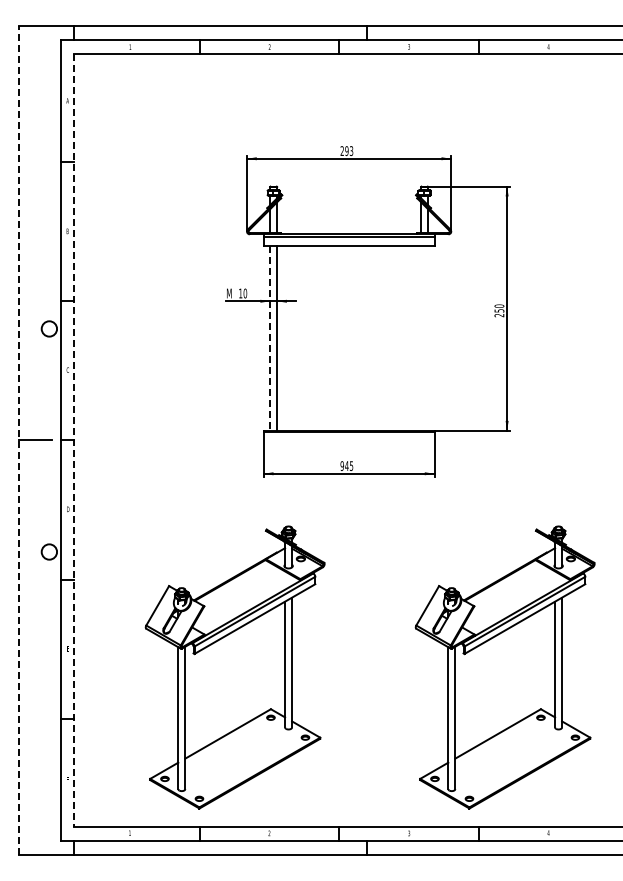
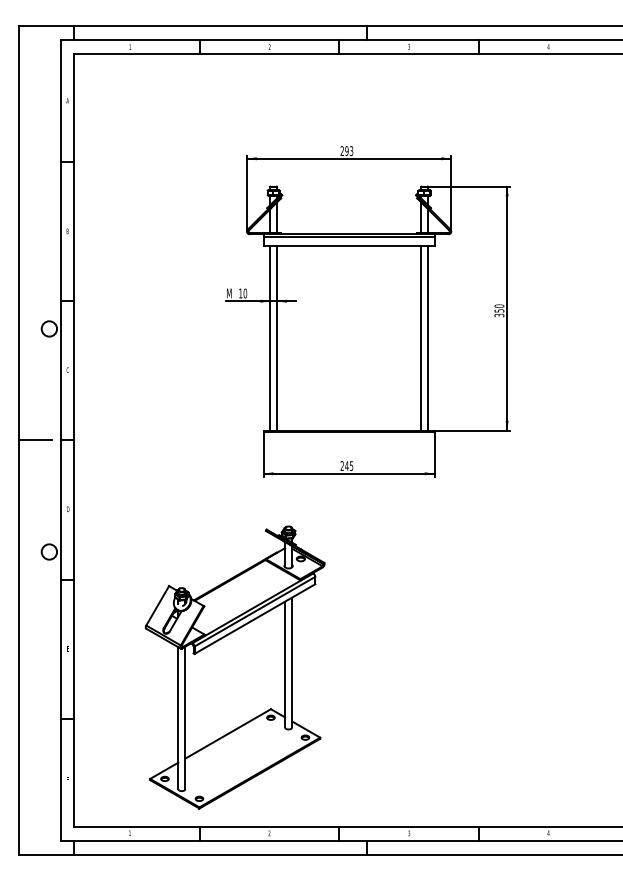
text at (499, 315): 250 -> 350
line at (270, 338): dashed -> solid
line at (421, 338): none -> present
line at (428, 338): none -> present
line at (18, 440): dashed -> solid
line at (74, 440): dashed -> solid
text at (342, 465): 945 -> 245
part at (504, 667): present -> none
